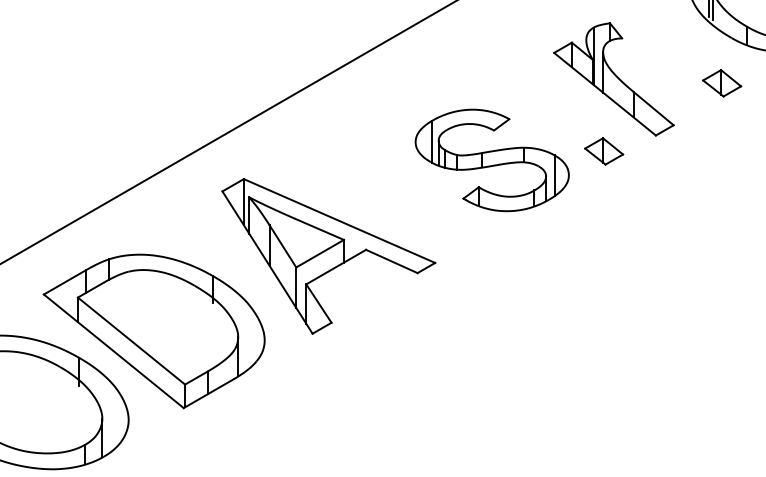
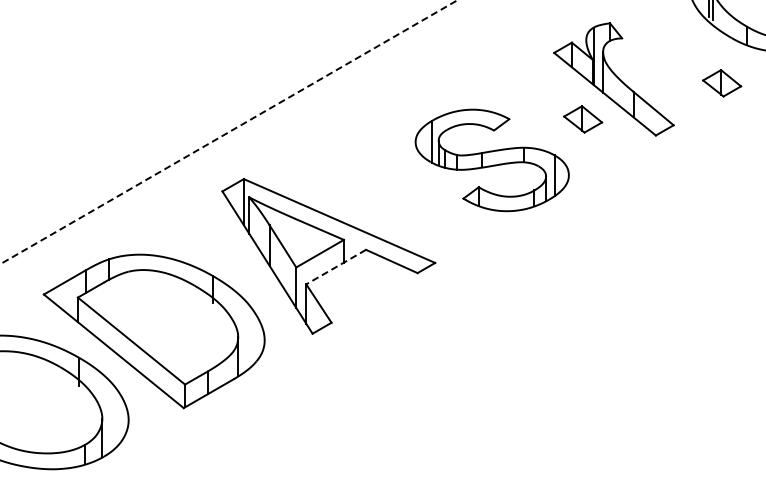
line at (228, 132): solid -> dashed
part at (604, 151) position: (604, 151) -> (583, 119)
line at (336, 267): solid -> dashed
